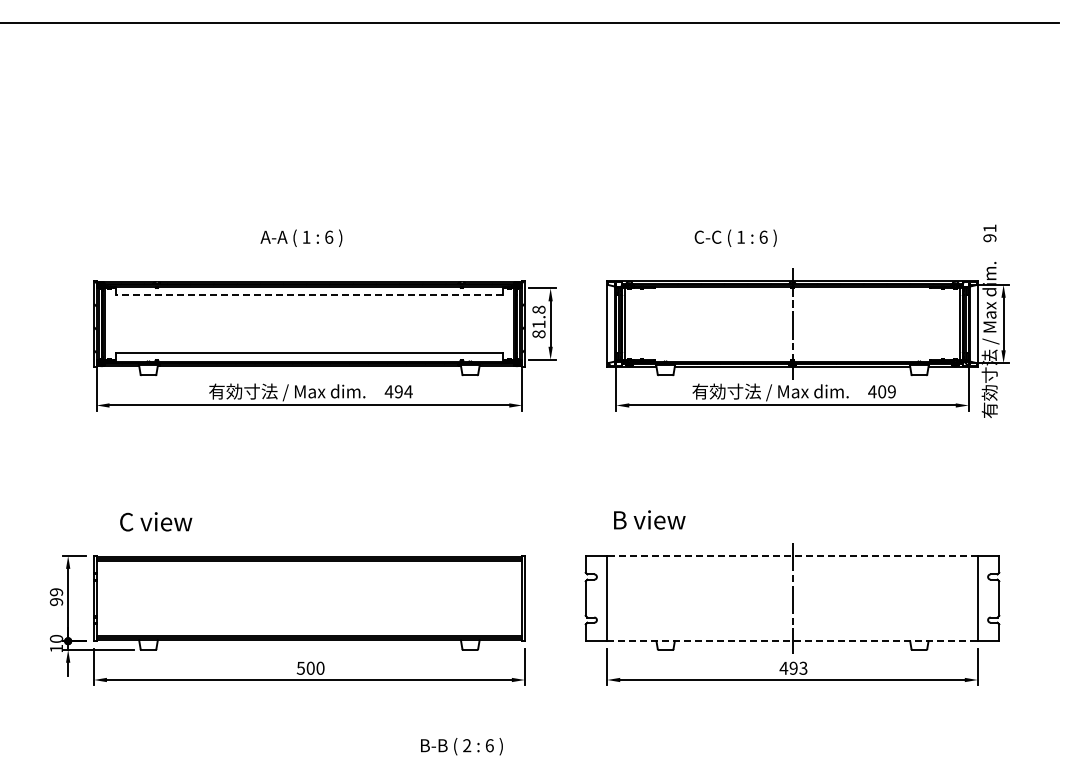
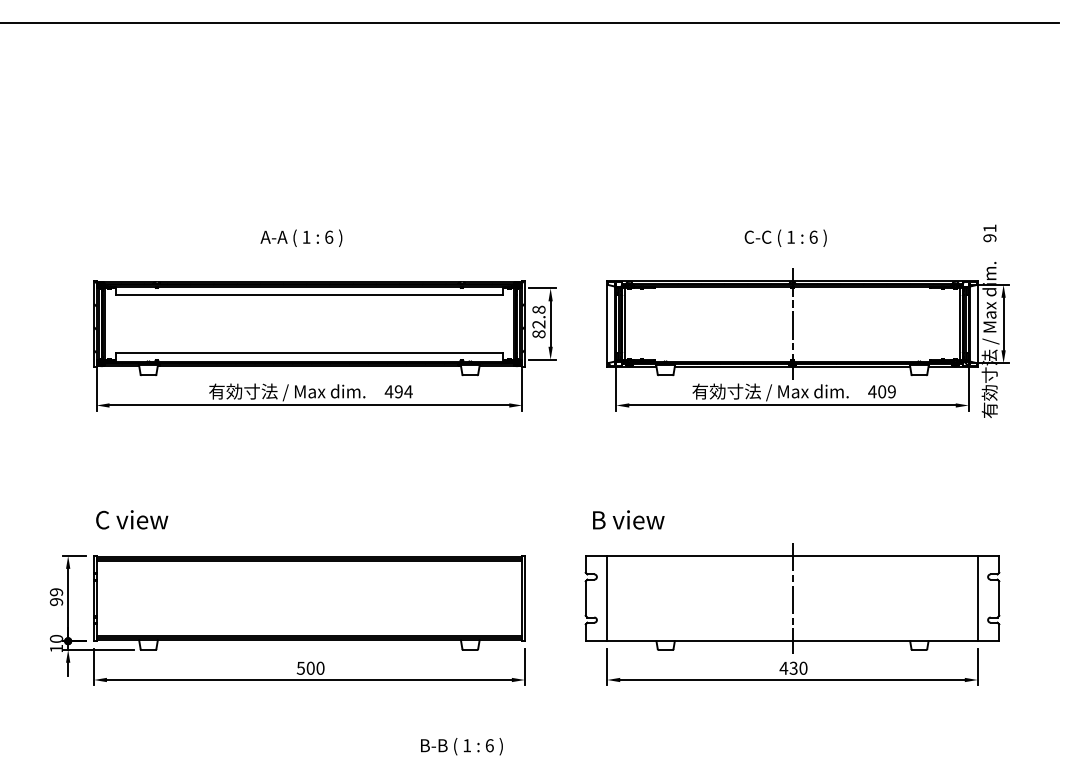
text at (735, 237) position: (735, 237) -> (785, 237)
line at (308, 295): dashed -> solid
text at (538, 324): 81.8 -> 82.8
text at (649, 519) position: (649, 519) -> (628, 519)
text at (156, 521) position: (156, 521) -> (132, 519)
line at (792, 555): dashed -> solid
line at (793, 641): dashed -> solid
text at (798, 667): 493 -> 430
text at (467, 745): 2 -> 1
